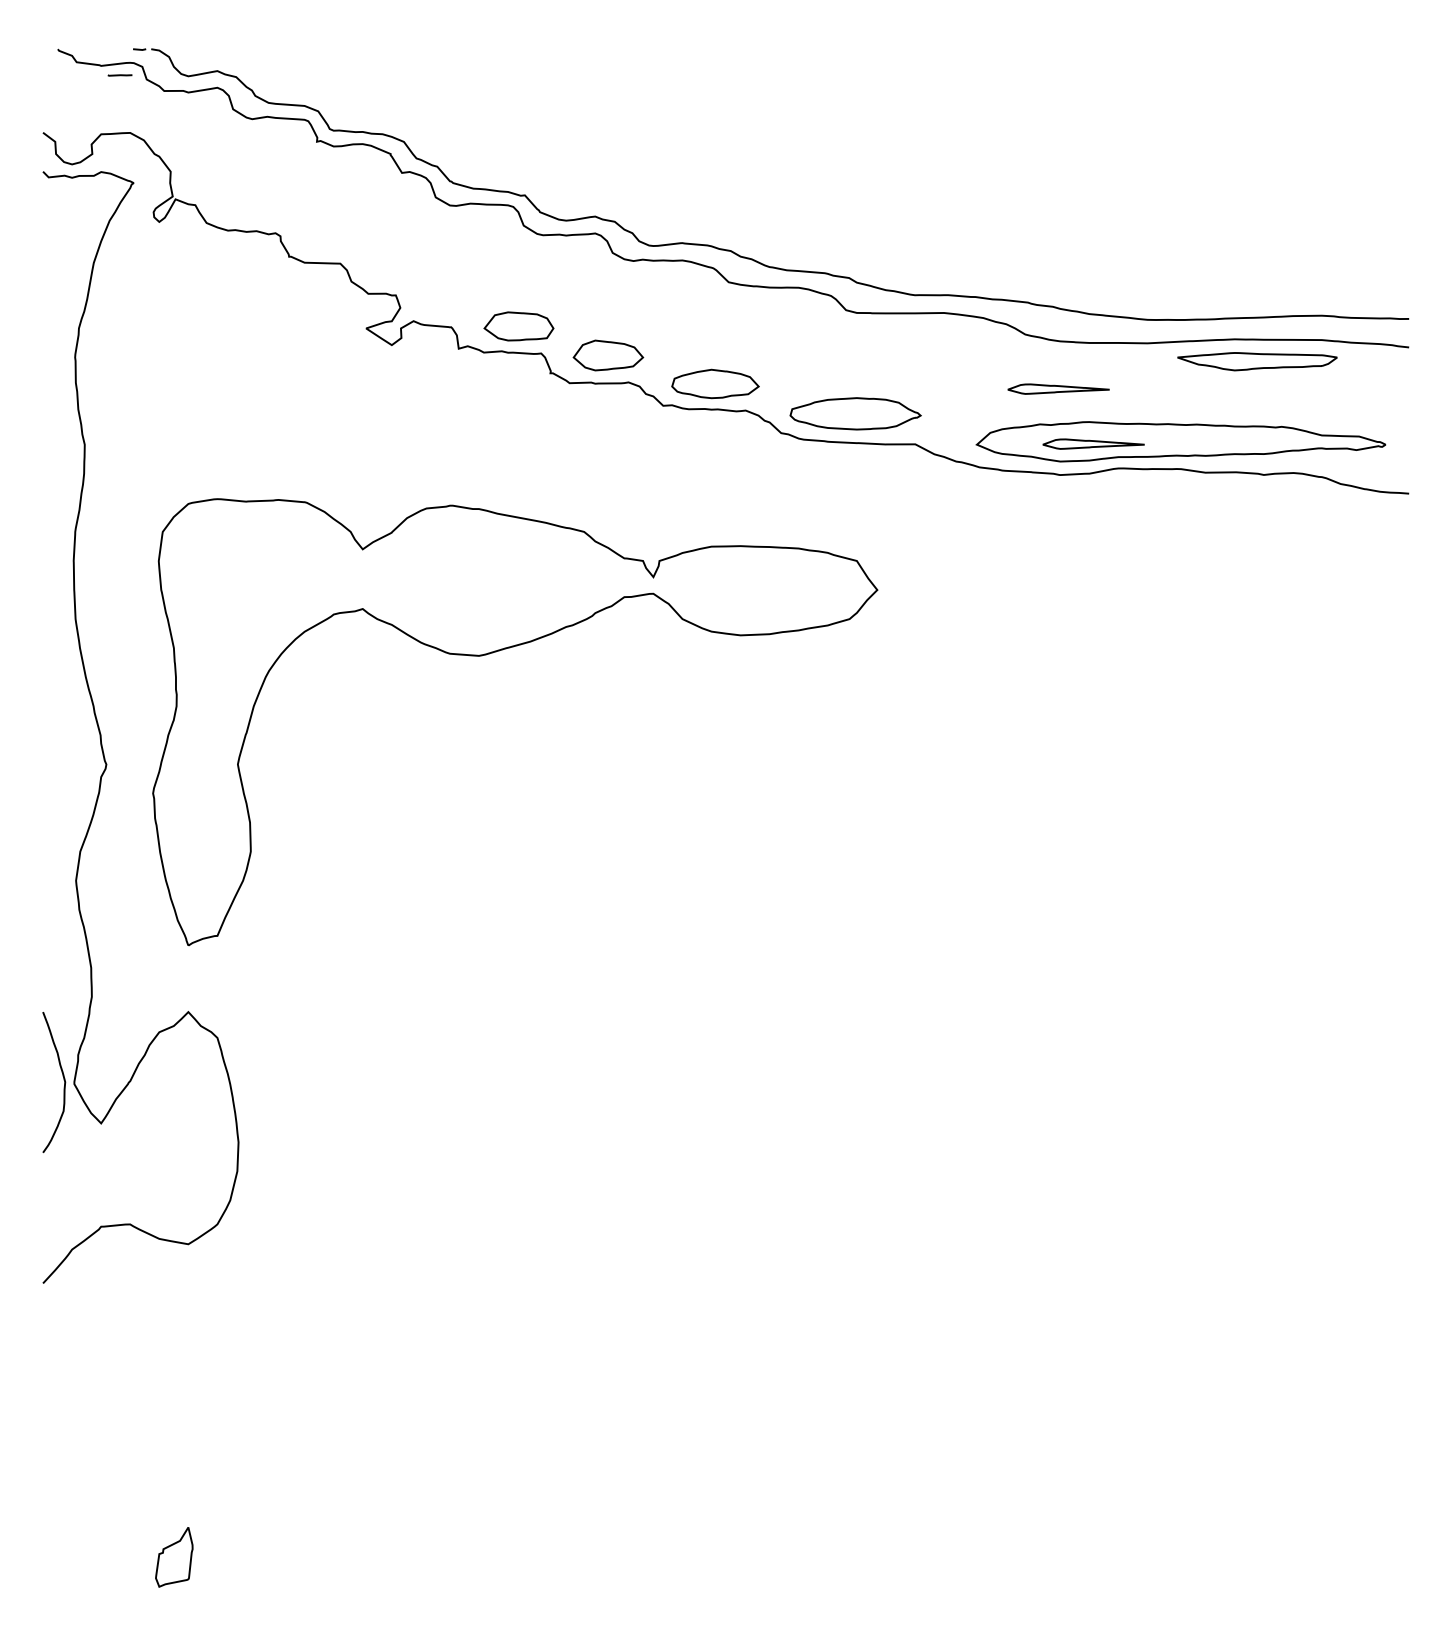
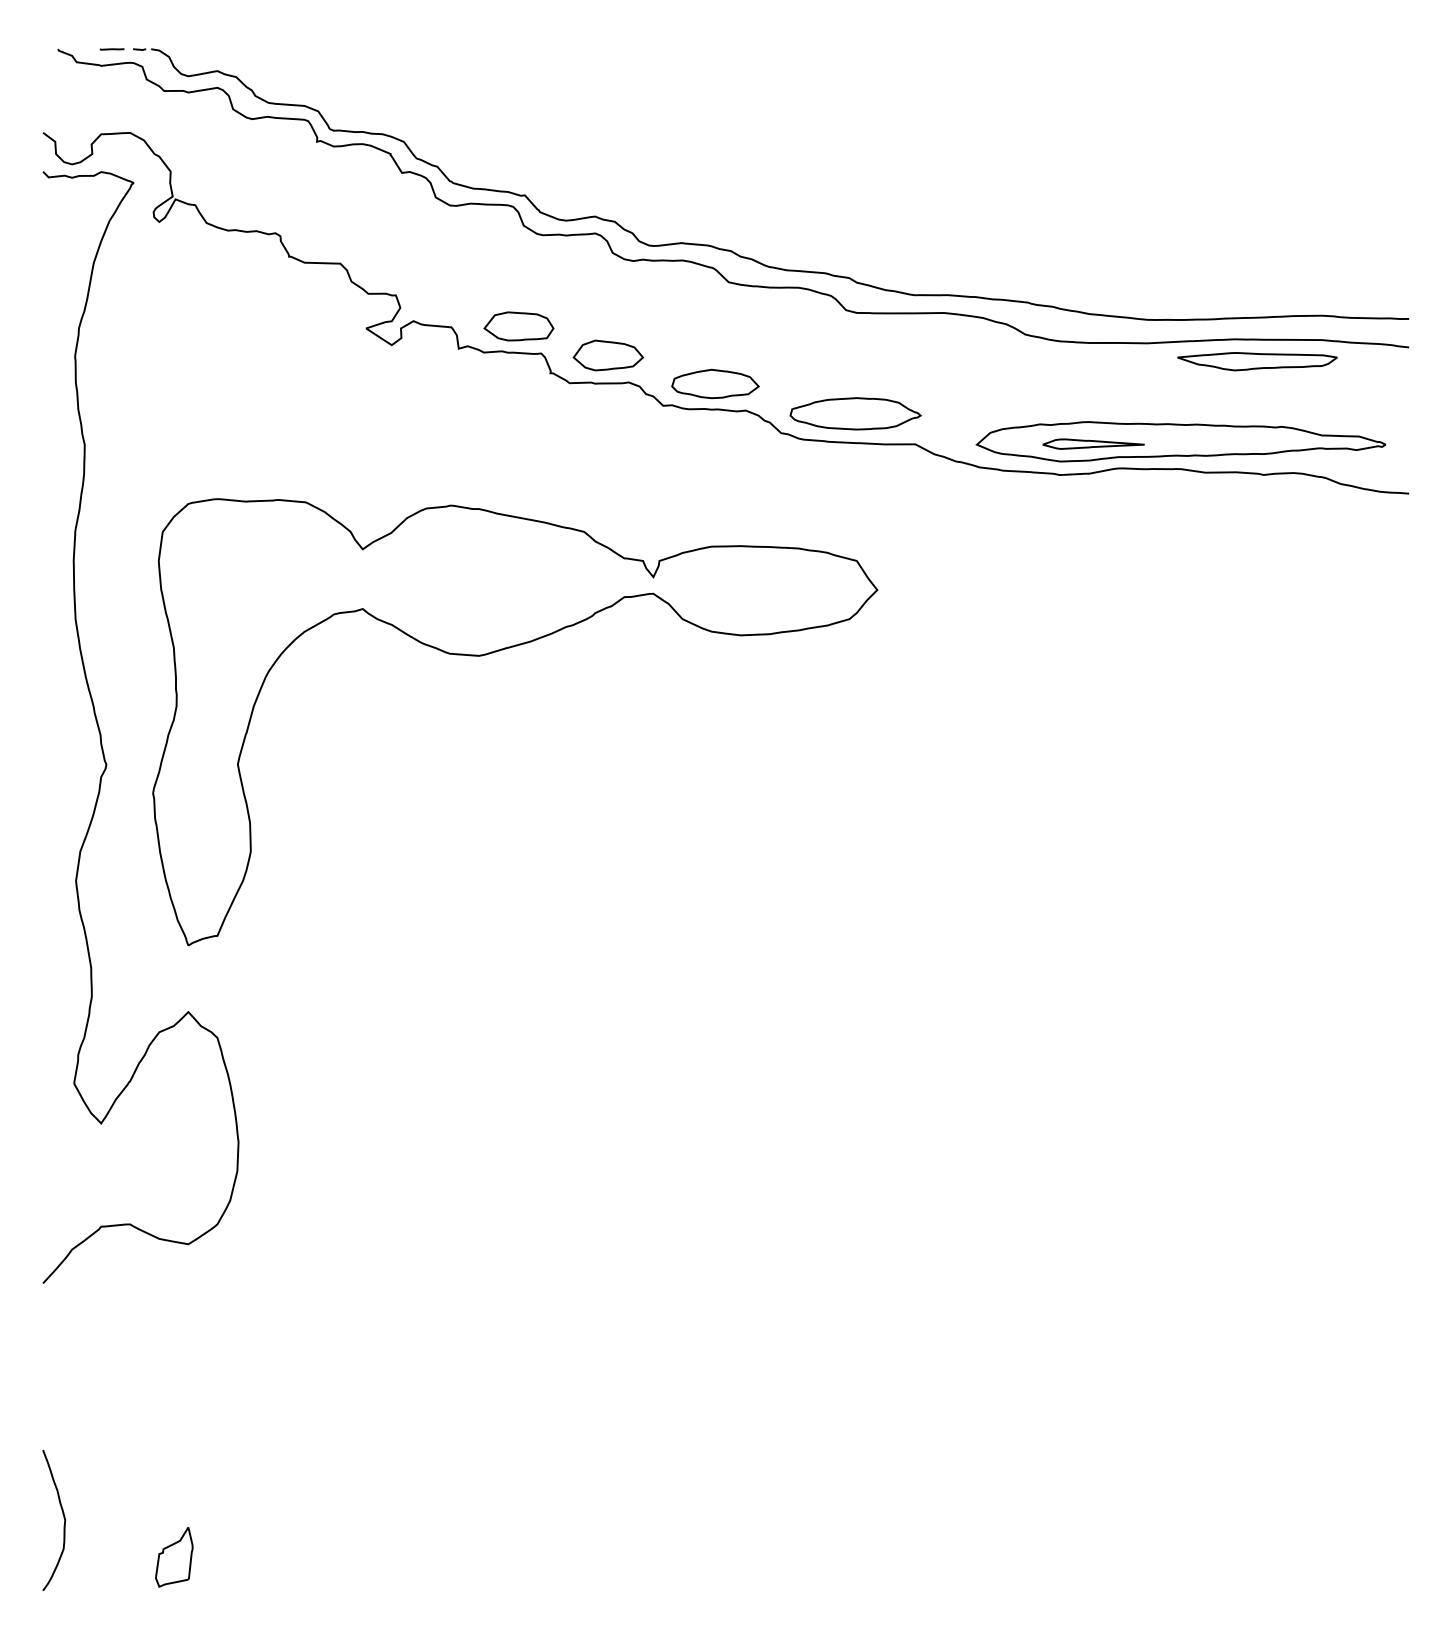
line at (119, 75) position: (119, 75) -> (111, 49)
part at (1058, 388): present -> none
curve at (63, 1080) position: (63, 1080) -> (63, 1518)
